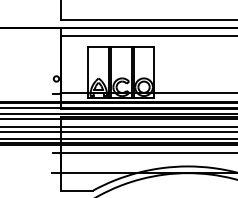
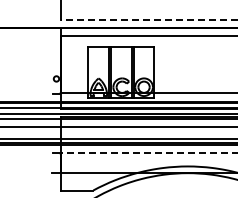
line at (148, 20): solid -> dashed
line at (118, 132): present -> none
line at (149, 153): solid -> dashed
